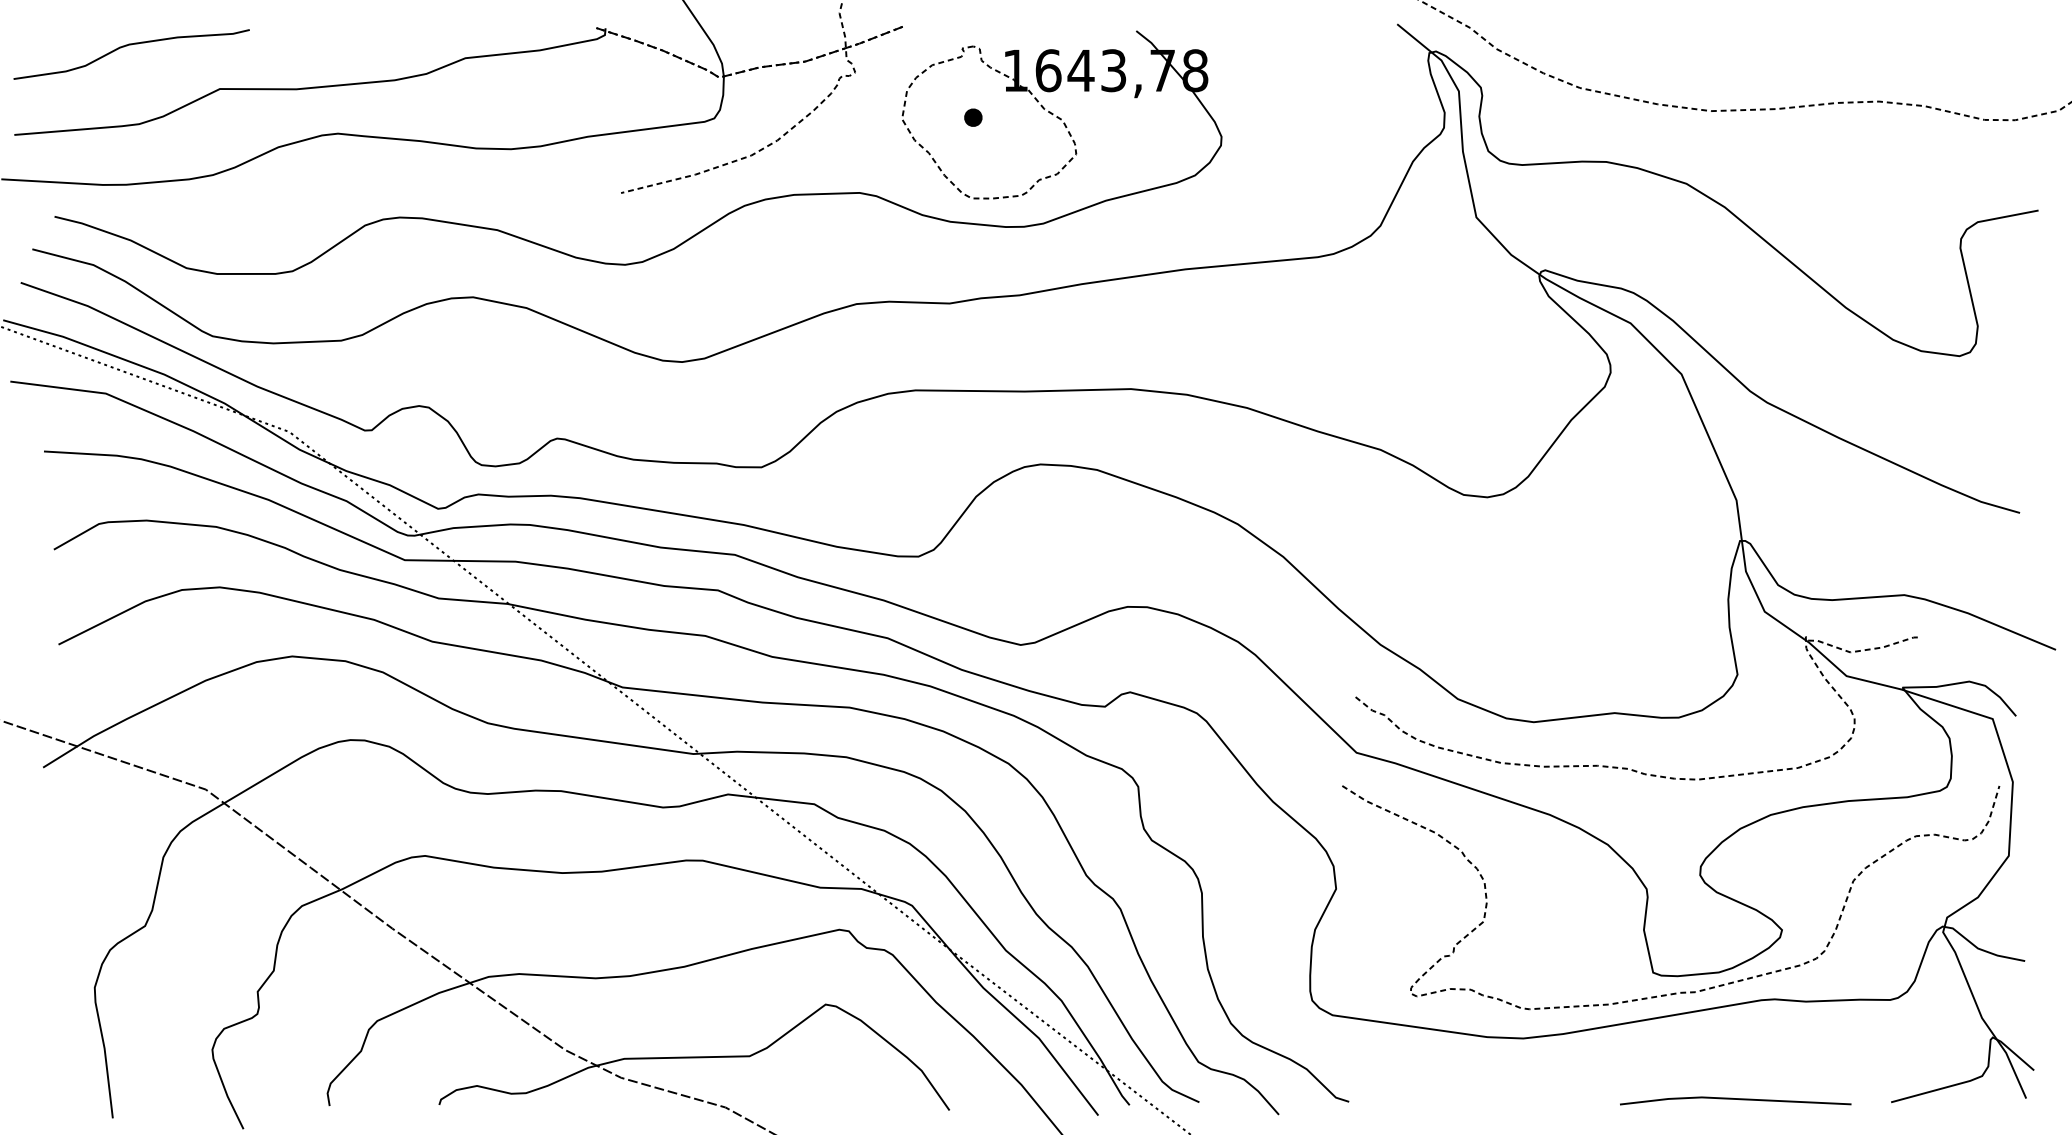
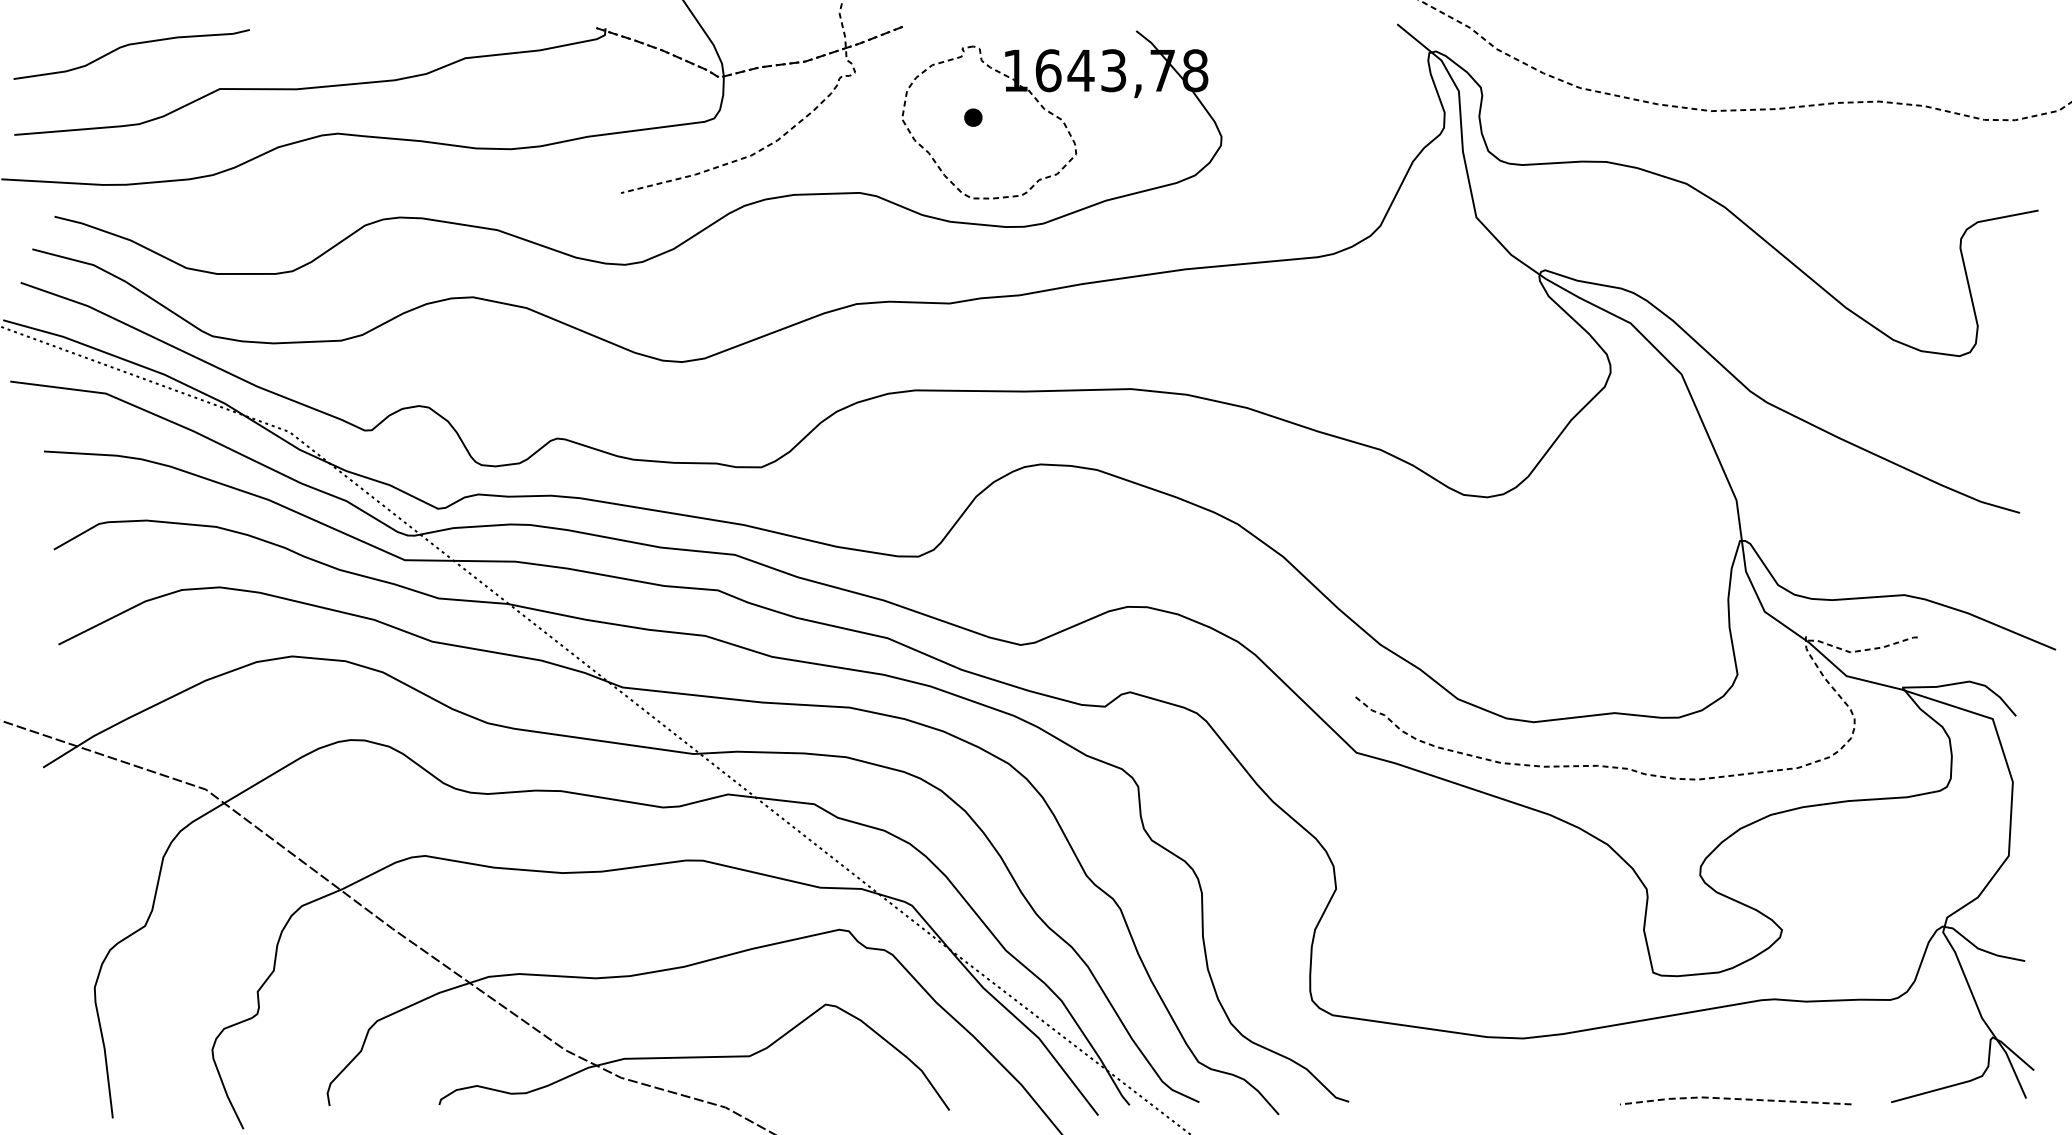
curve at (1681, 991): present -> none
line at (1733, 1098): solid -> dashed
